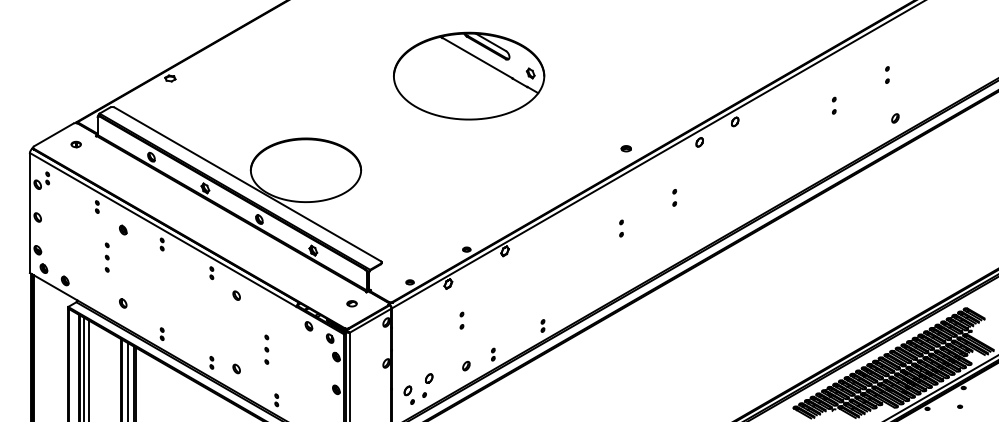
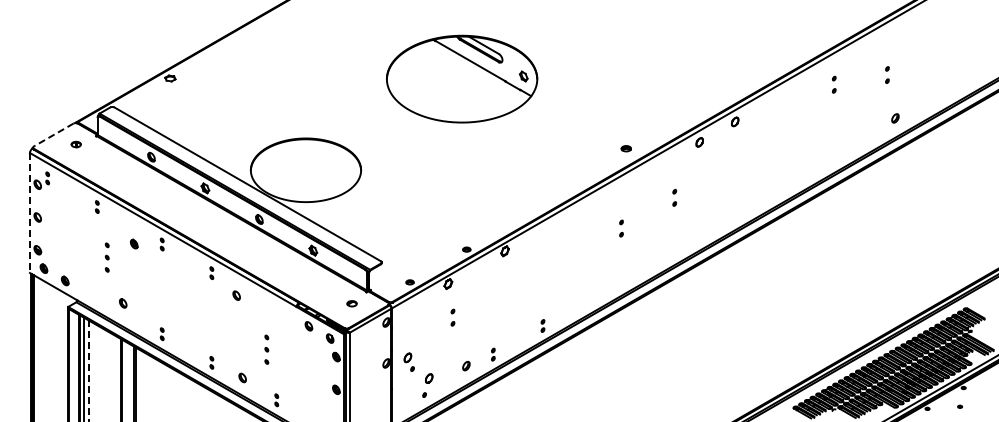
part at (469, 75) position: (469, 75) -> (462, 78)
part at (834, 105) position: (834, 105) -> (834, 84)
line at (53, 134): solid -> dashed
line at (29, 213): solid -> dashed
part at (123, 229) position: (123, 229) -> (134, 243)
part at (461, 320) position: (461, 320) -> (452, 317)
part at (236, 368) position: (236, 368) -> (242, 377)
line at (88, 371): solid -> dashed
line at (127, 380): present -> none
part at (408, 394) position: (408, 394) -> (408, 361)
